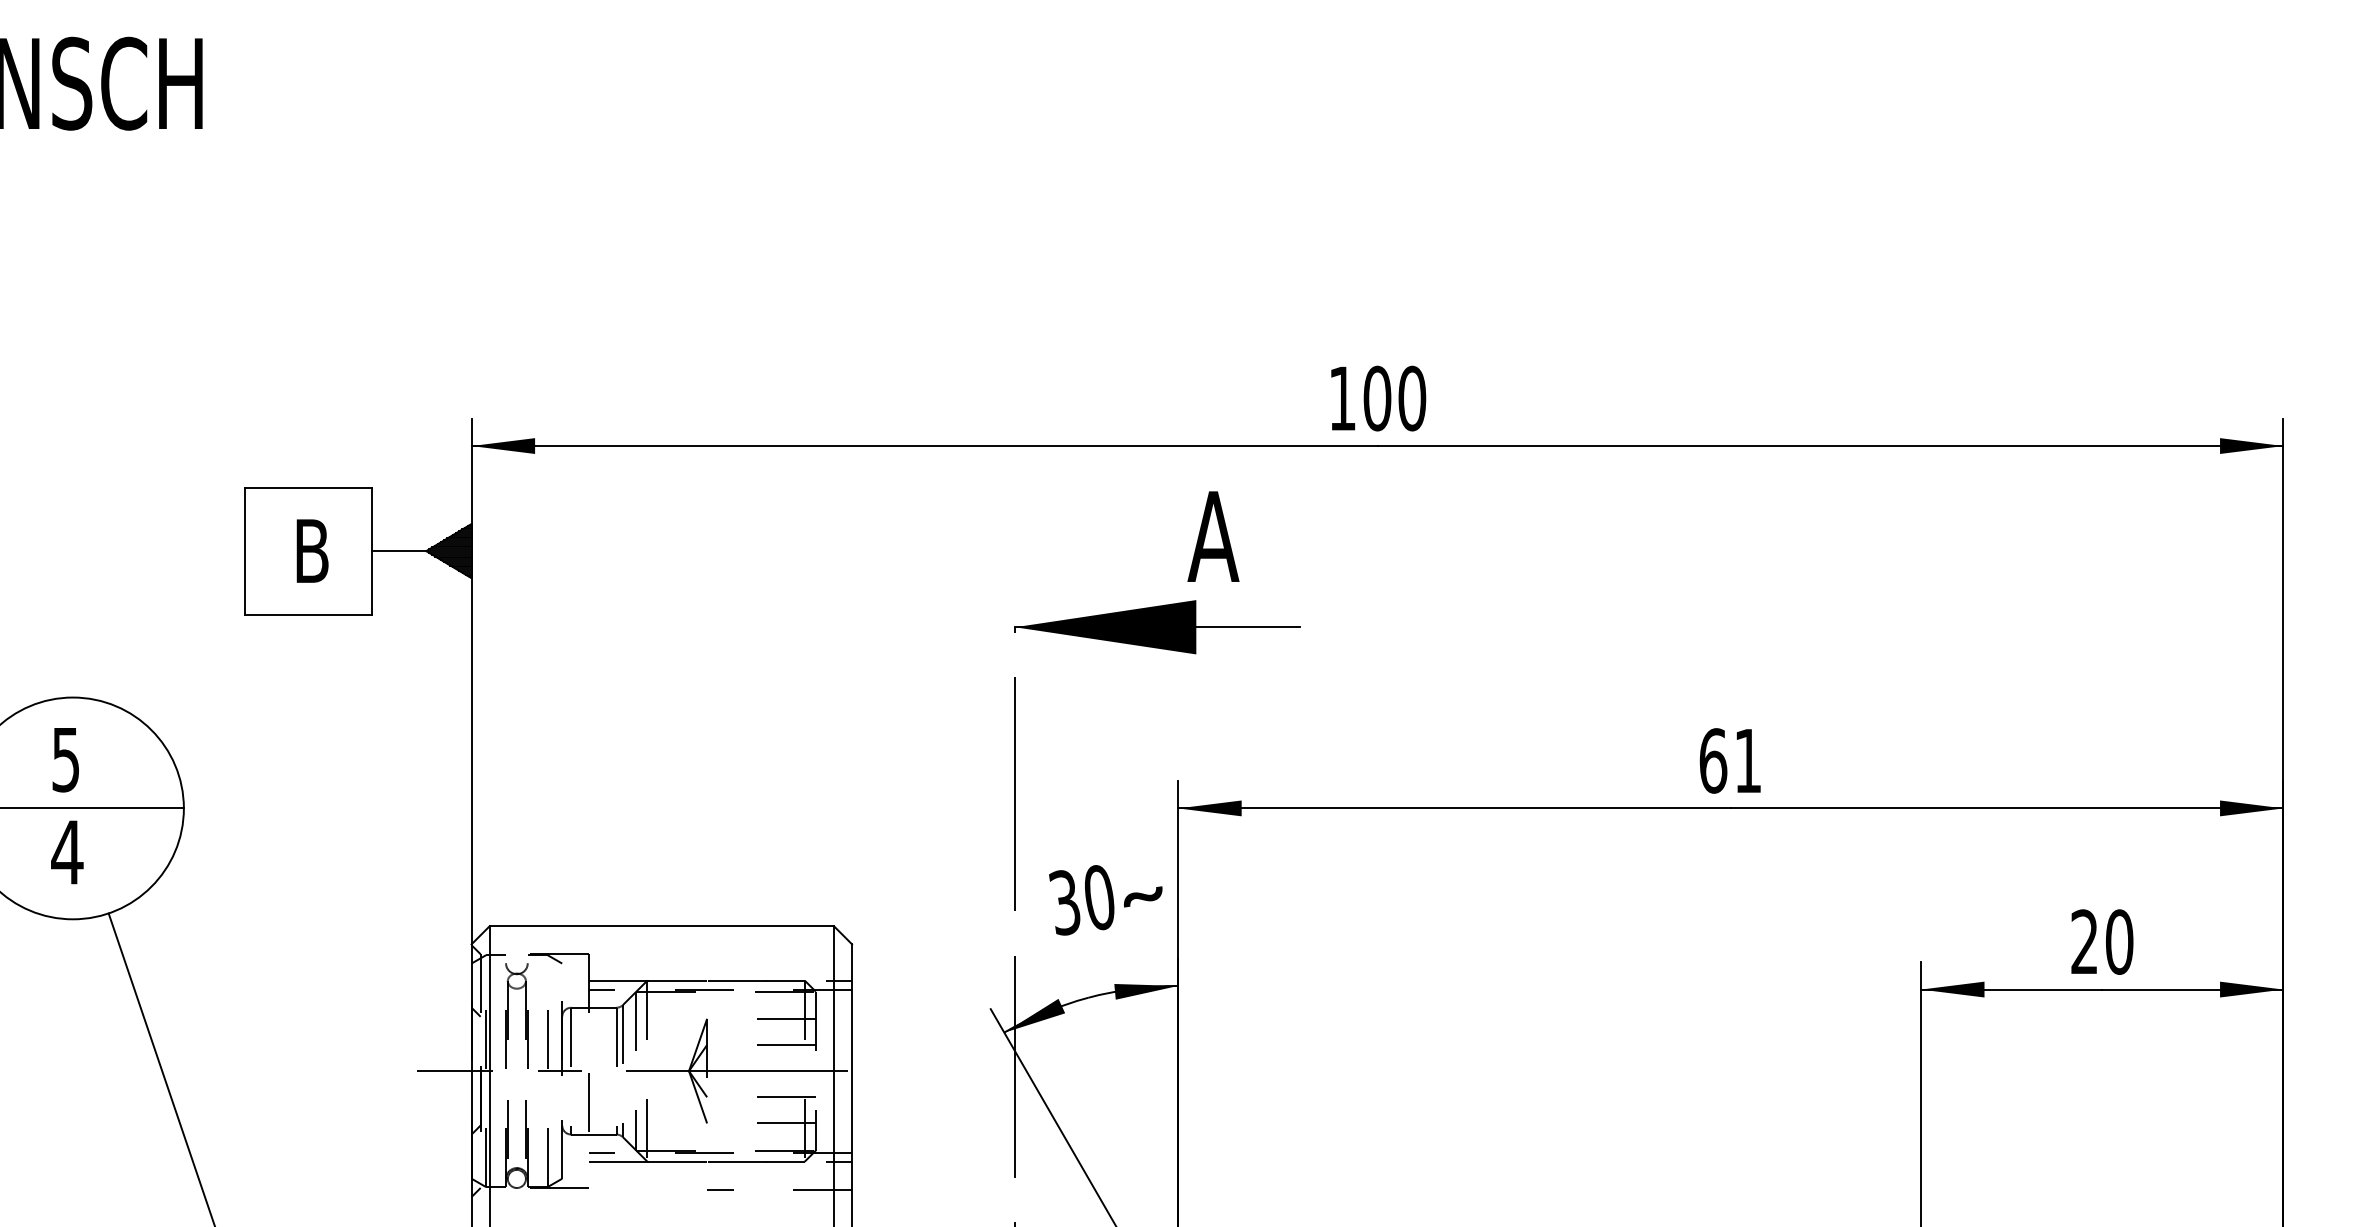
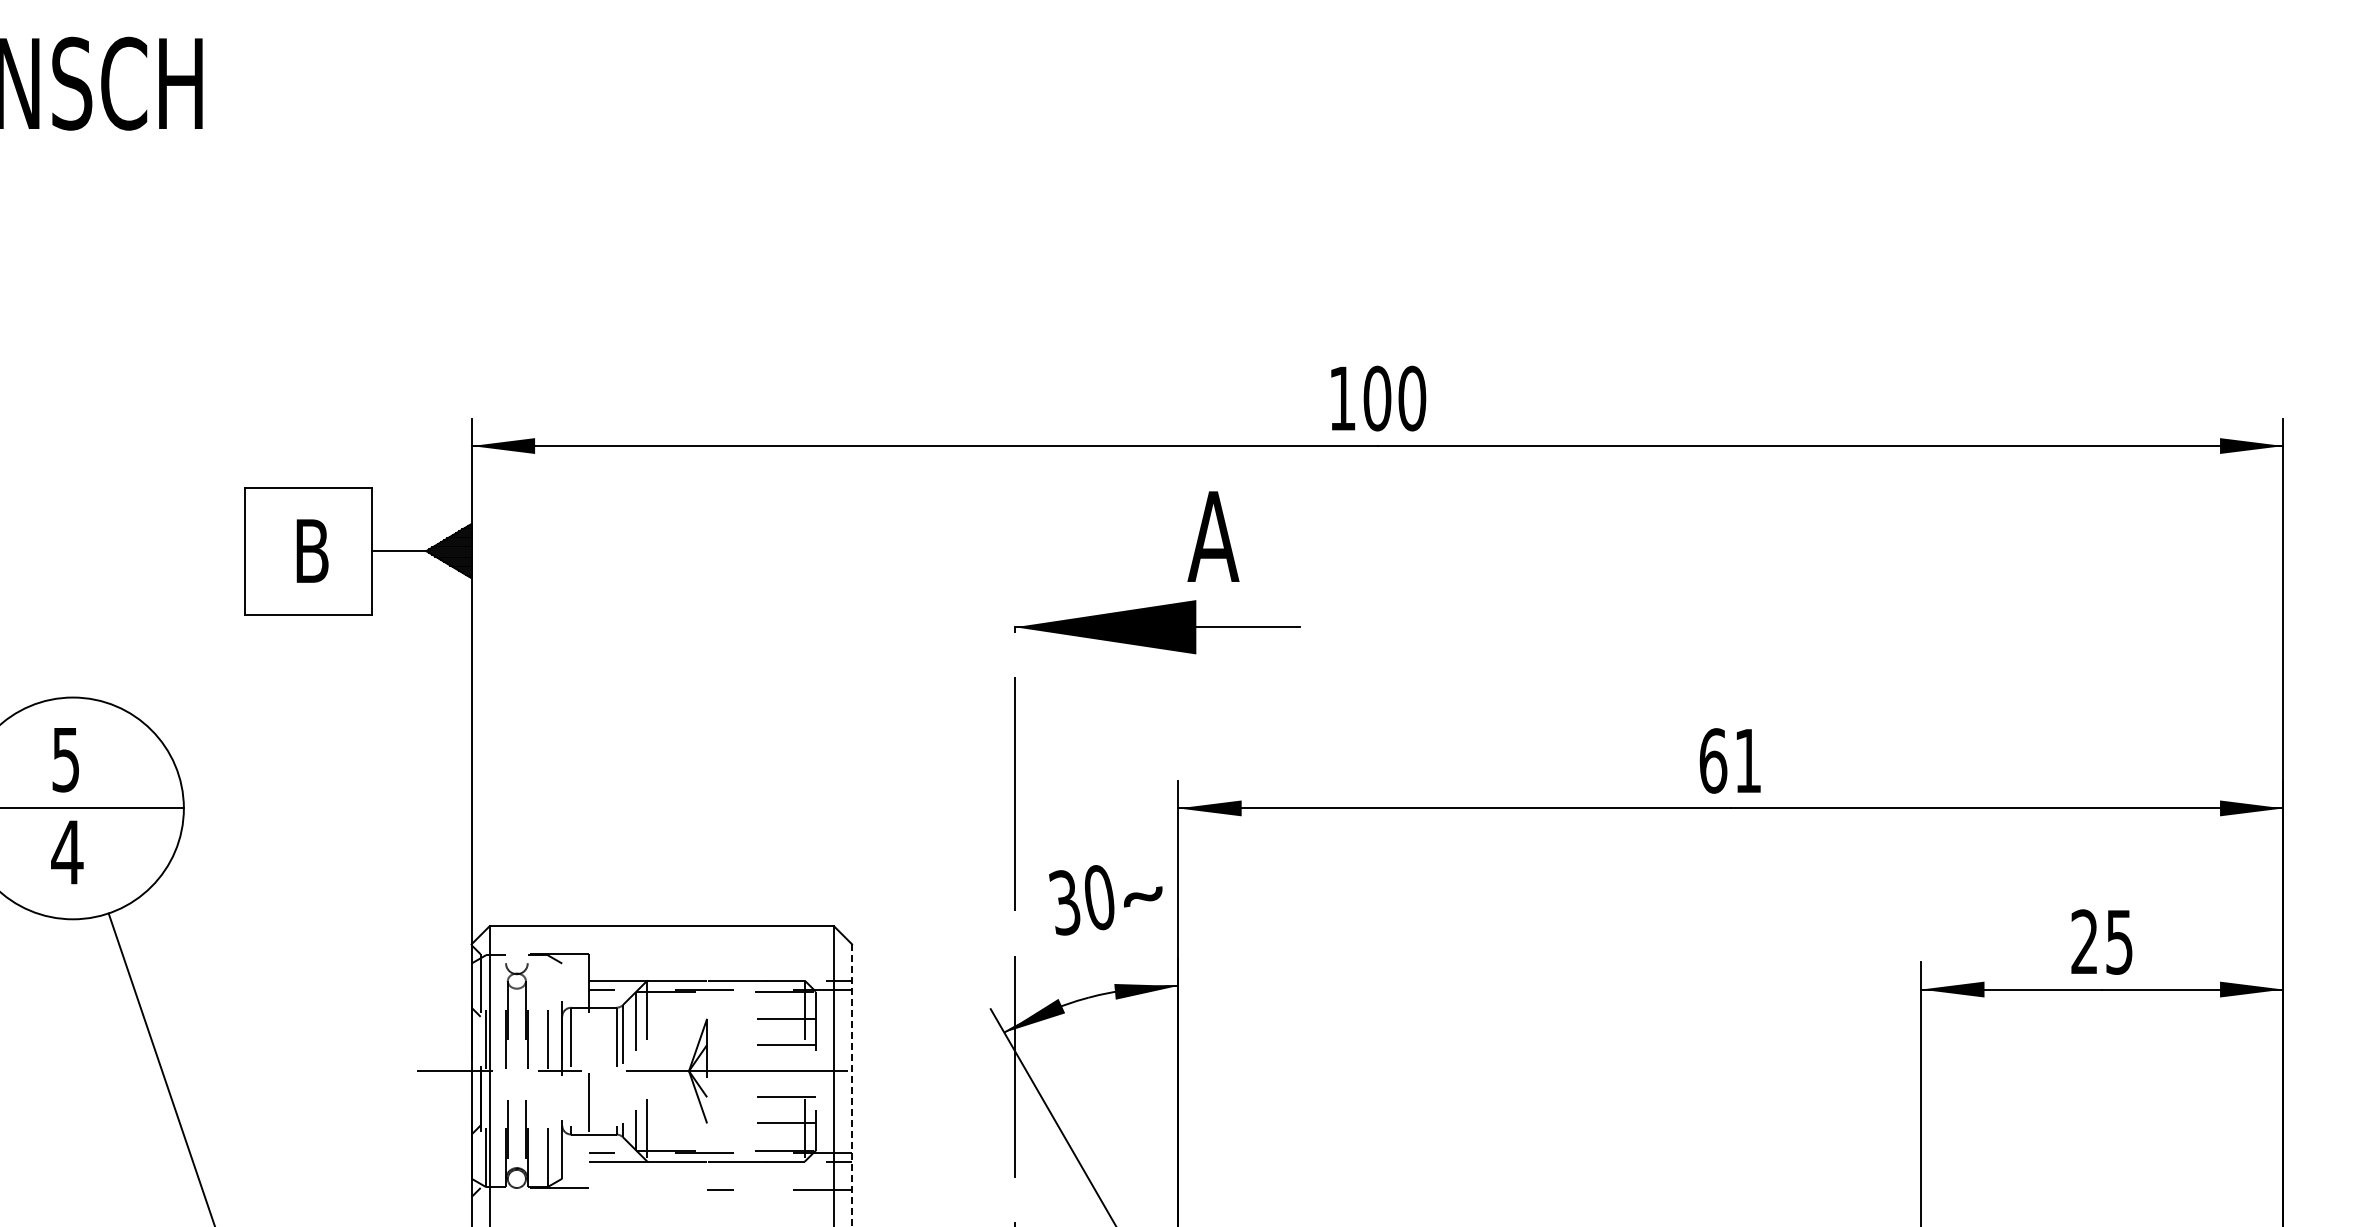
text at (2119, 941): 20 -> 25
line at (852, 1085): solid -> dashed
